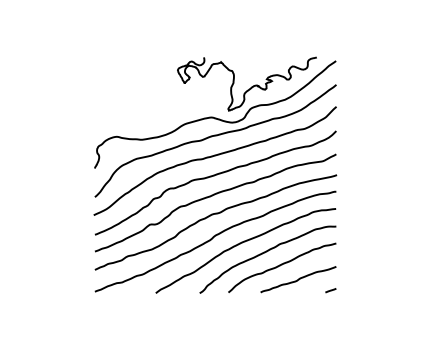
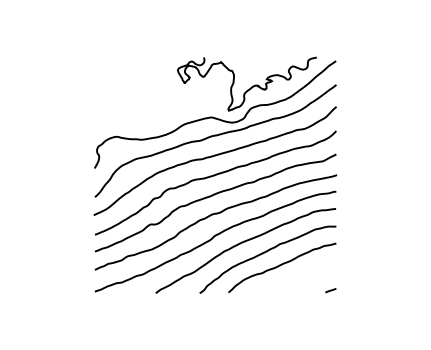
curve at (298, 279): present -> none
